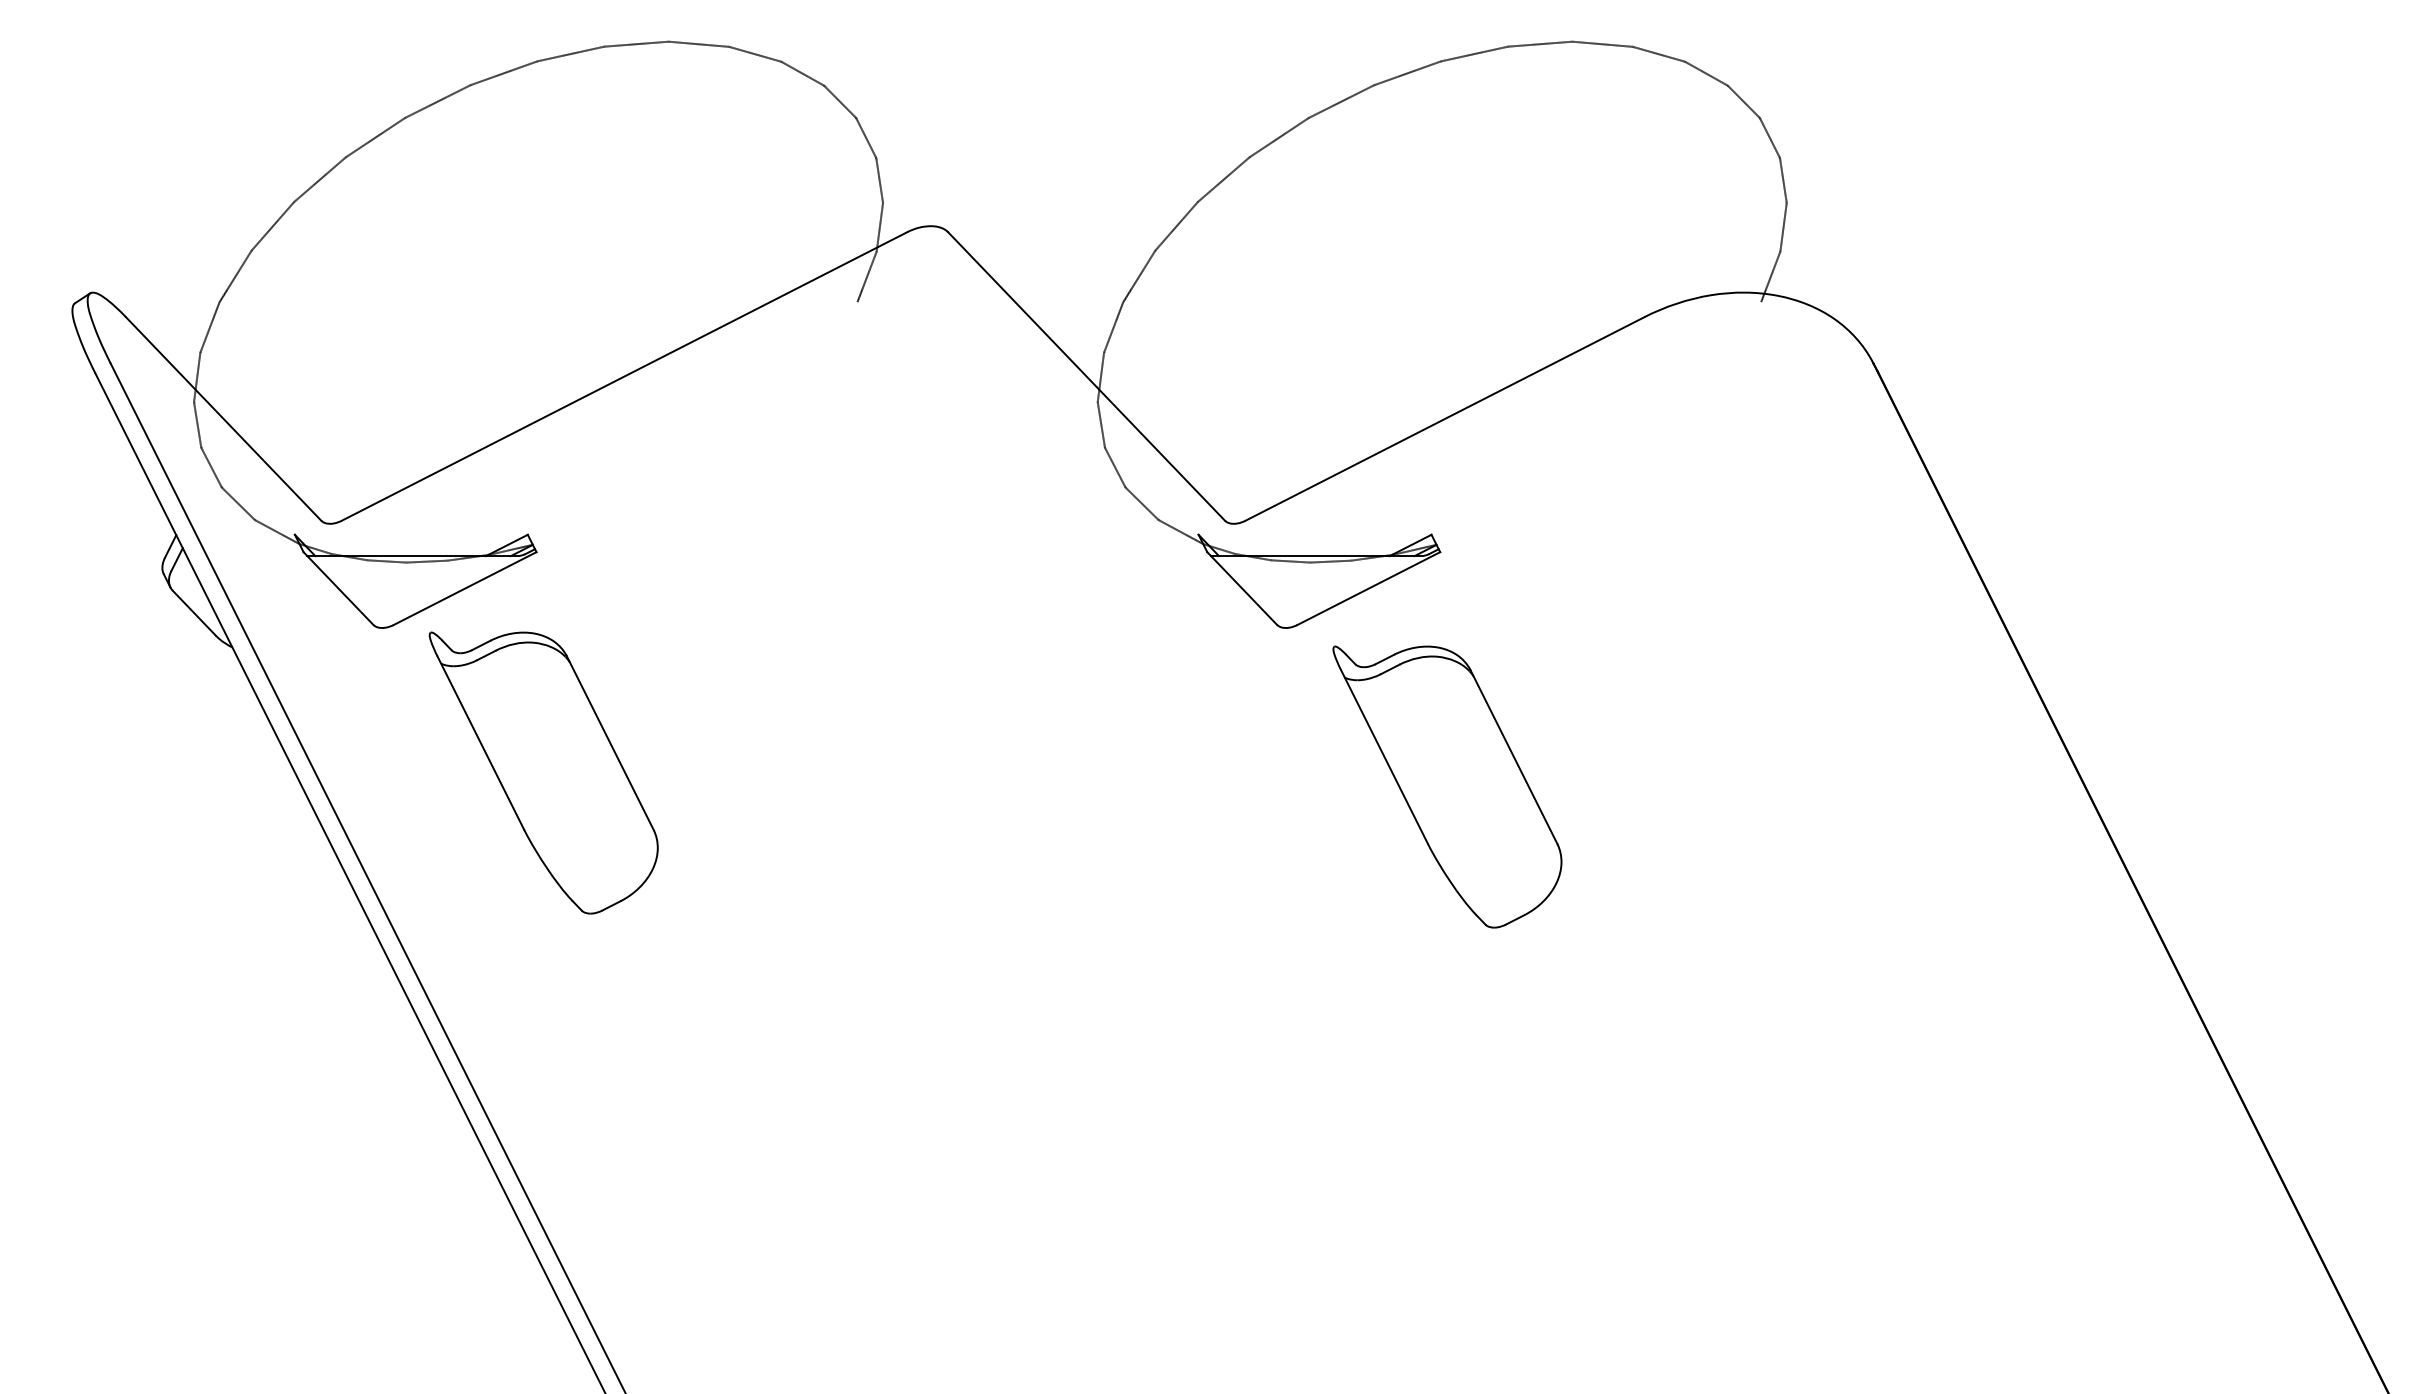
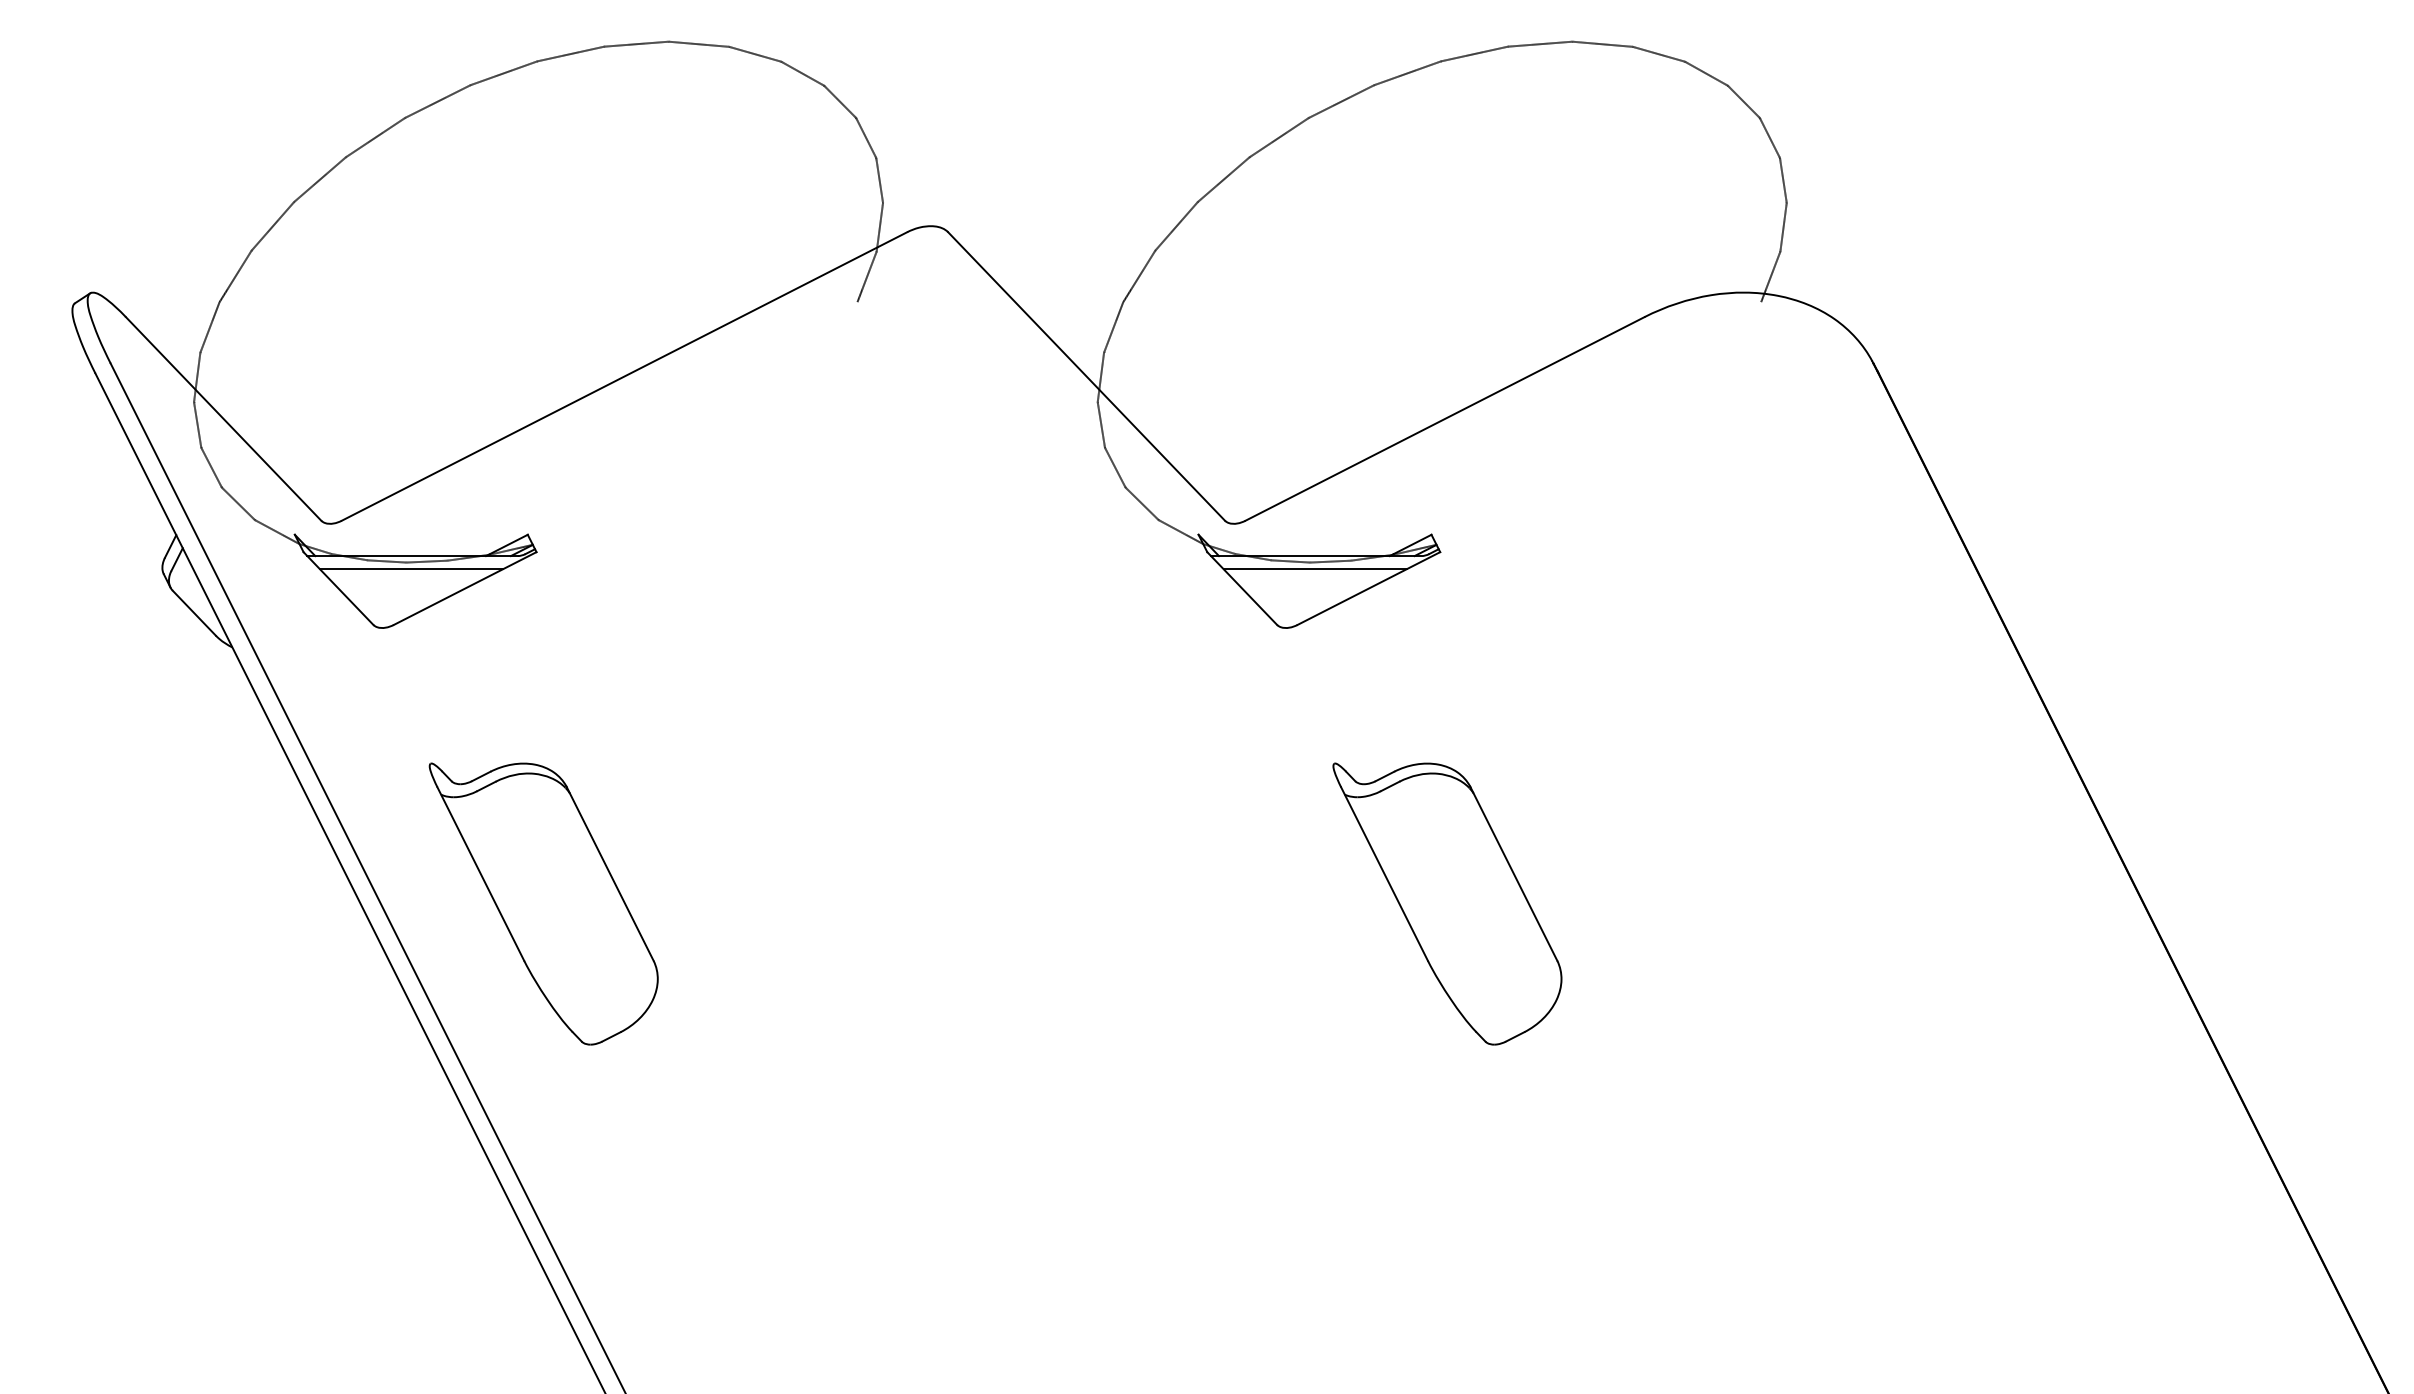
line at (411, 569): none -> present
line at (1315, 569): none -> present
part at (543, 772) position: (543, 772) -> (543, 903)
part at (1447, 786) position: (1447, 786) -> (1447, 903)
